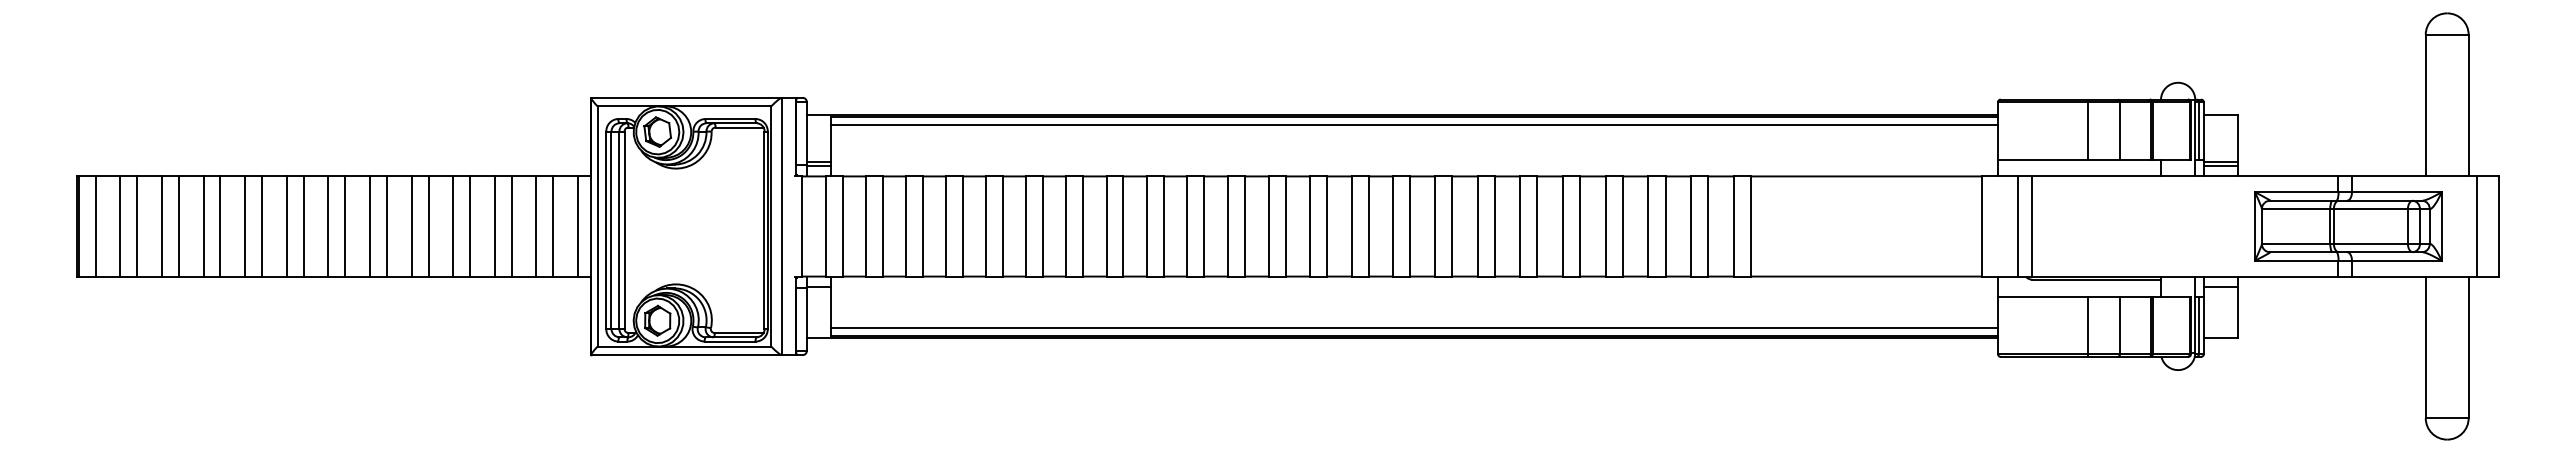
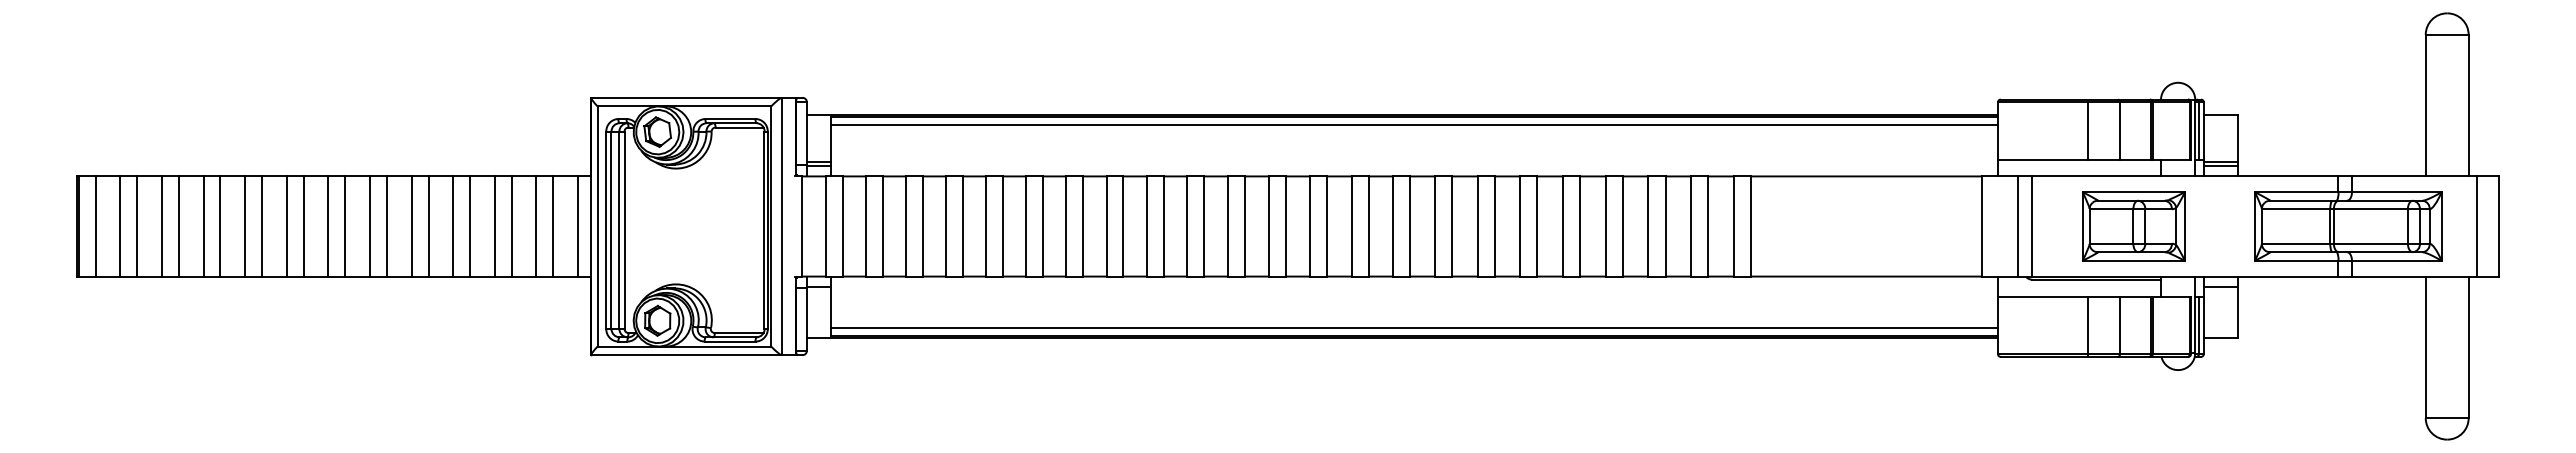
part at (2133, 226): none -> present
